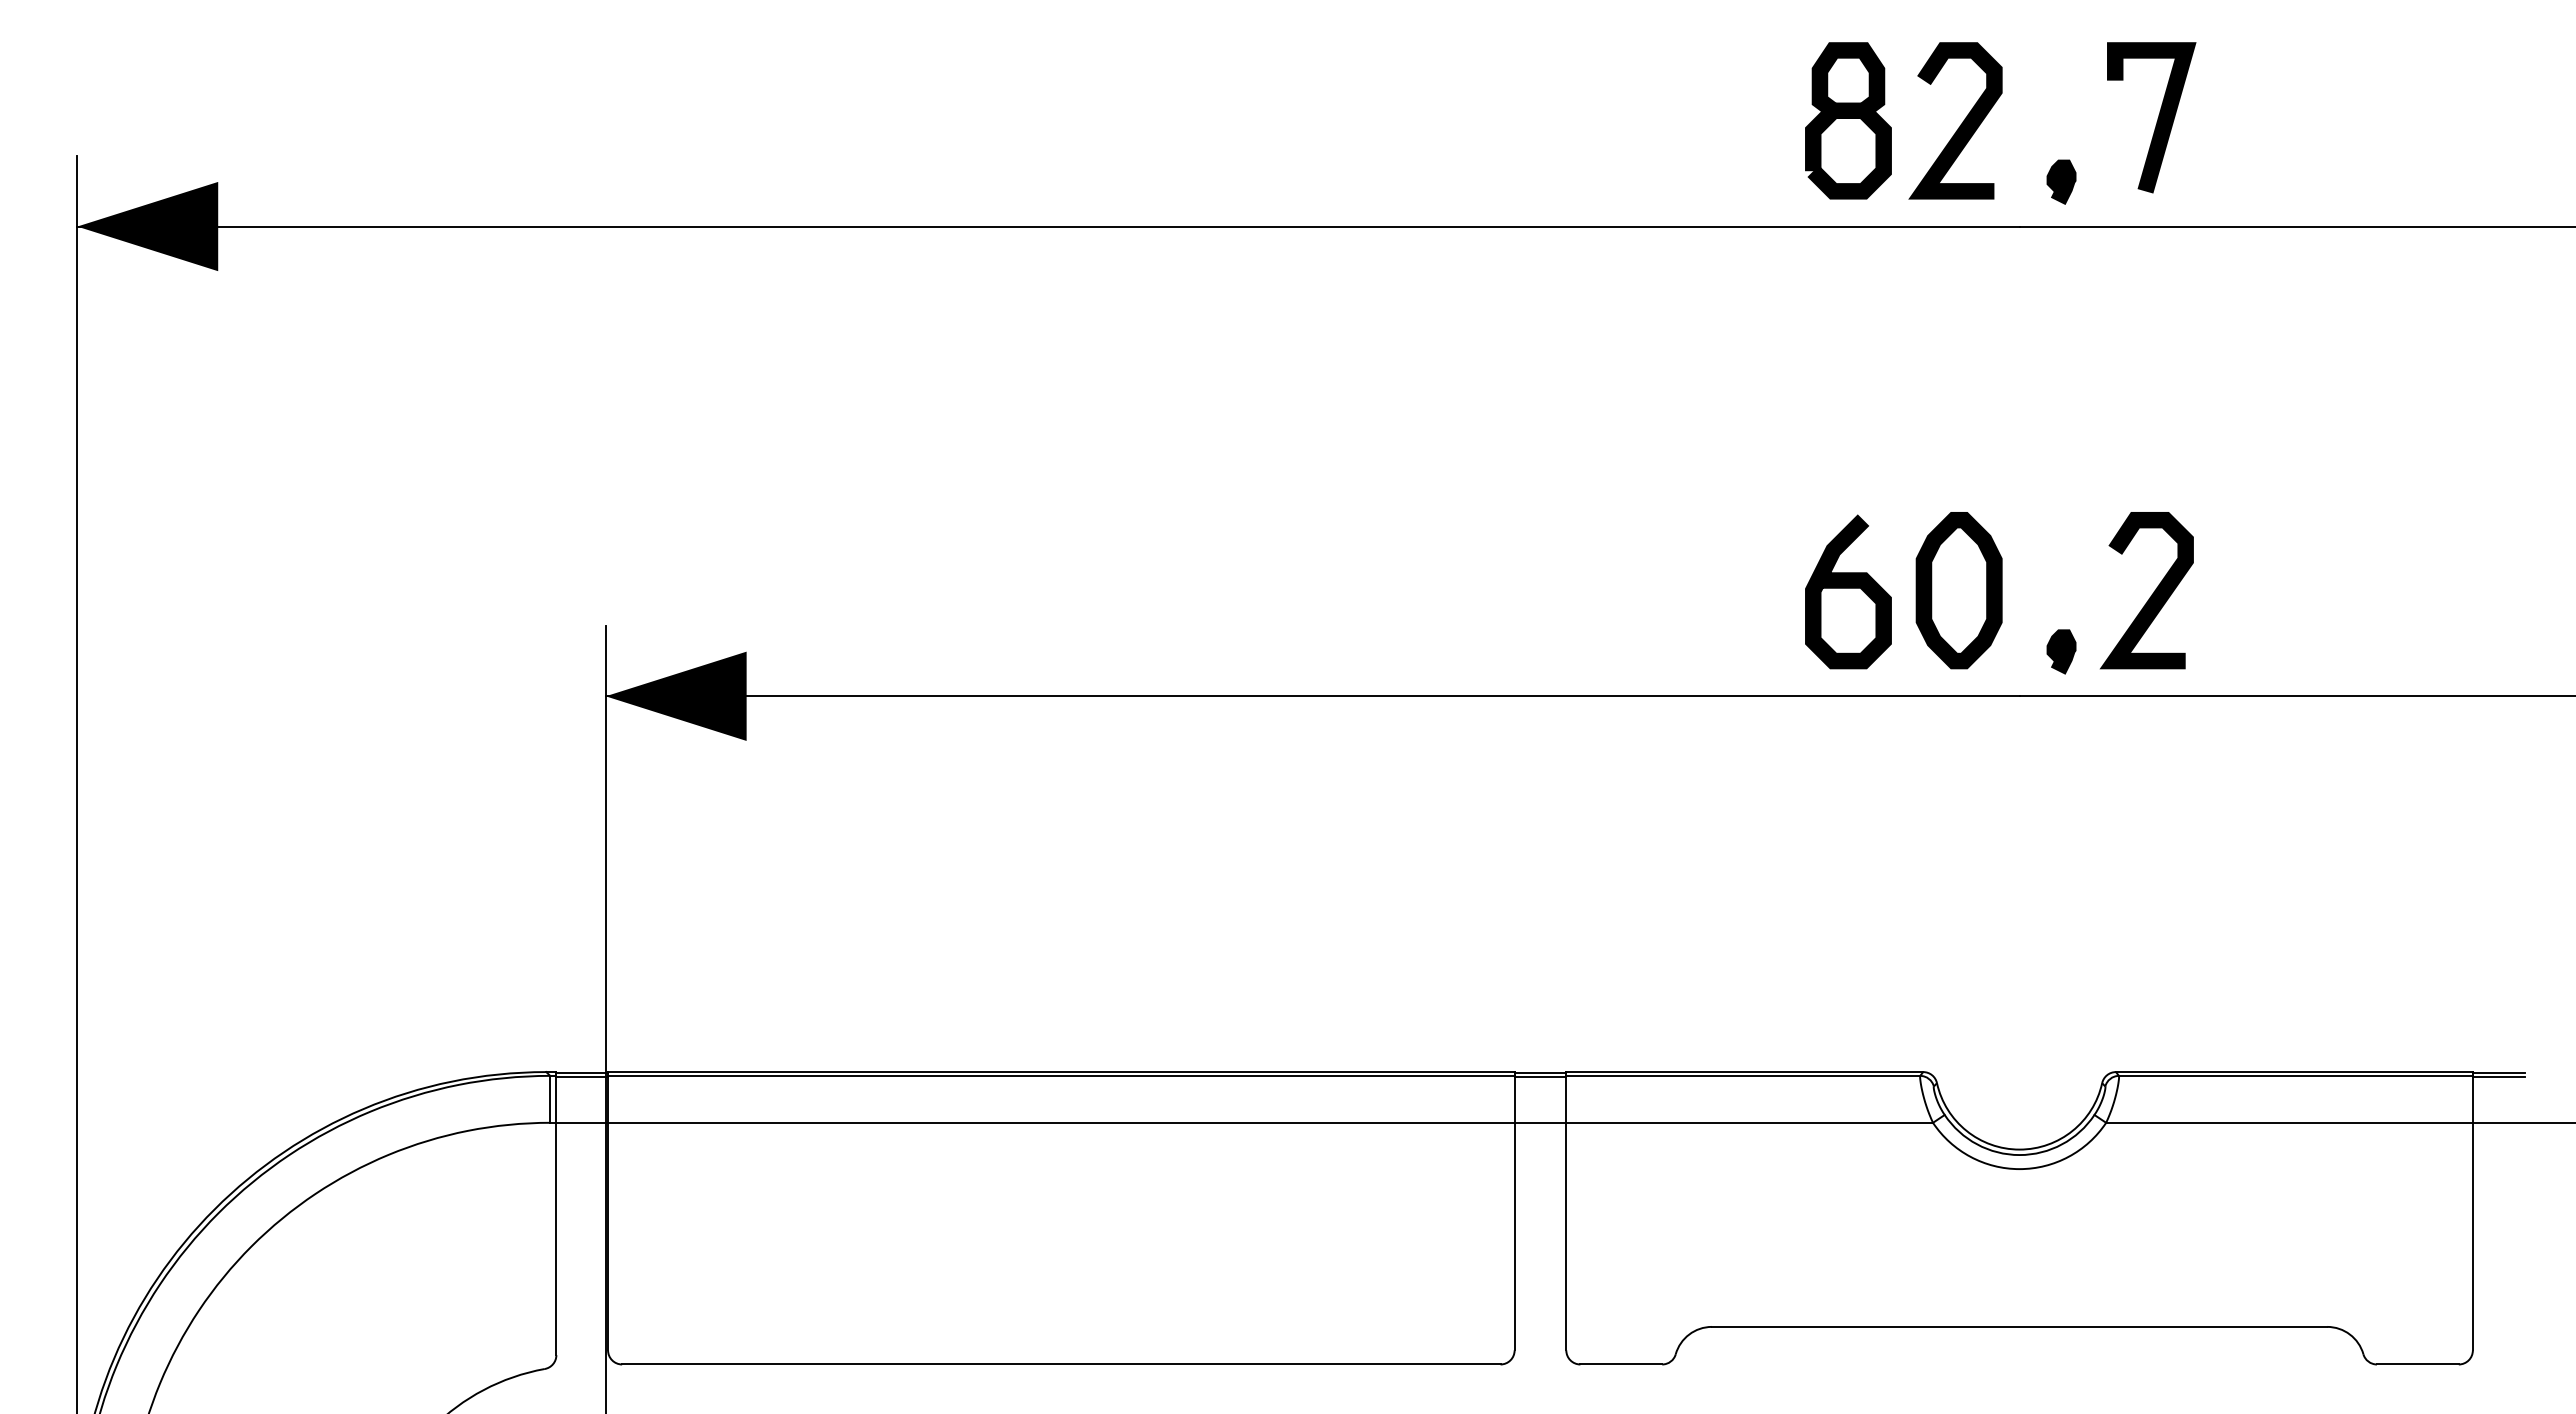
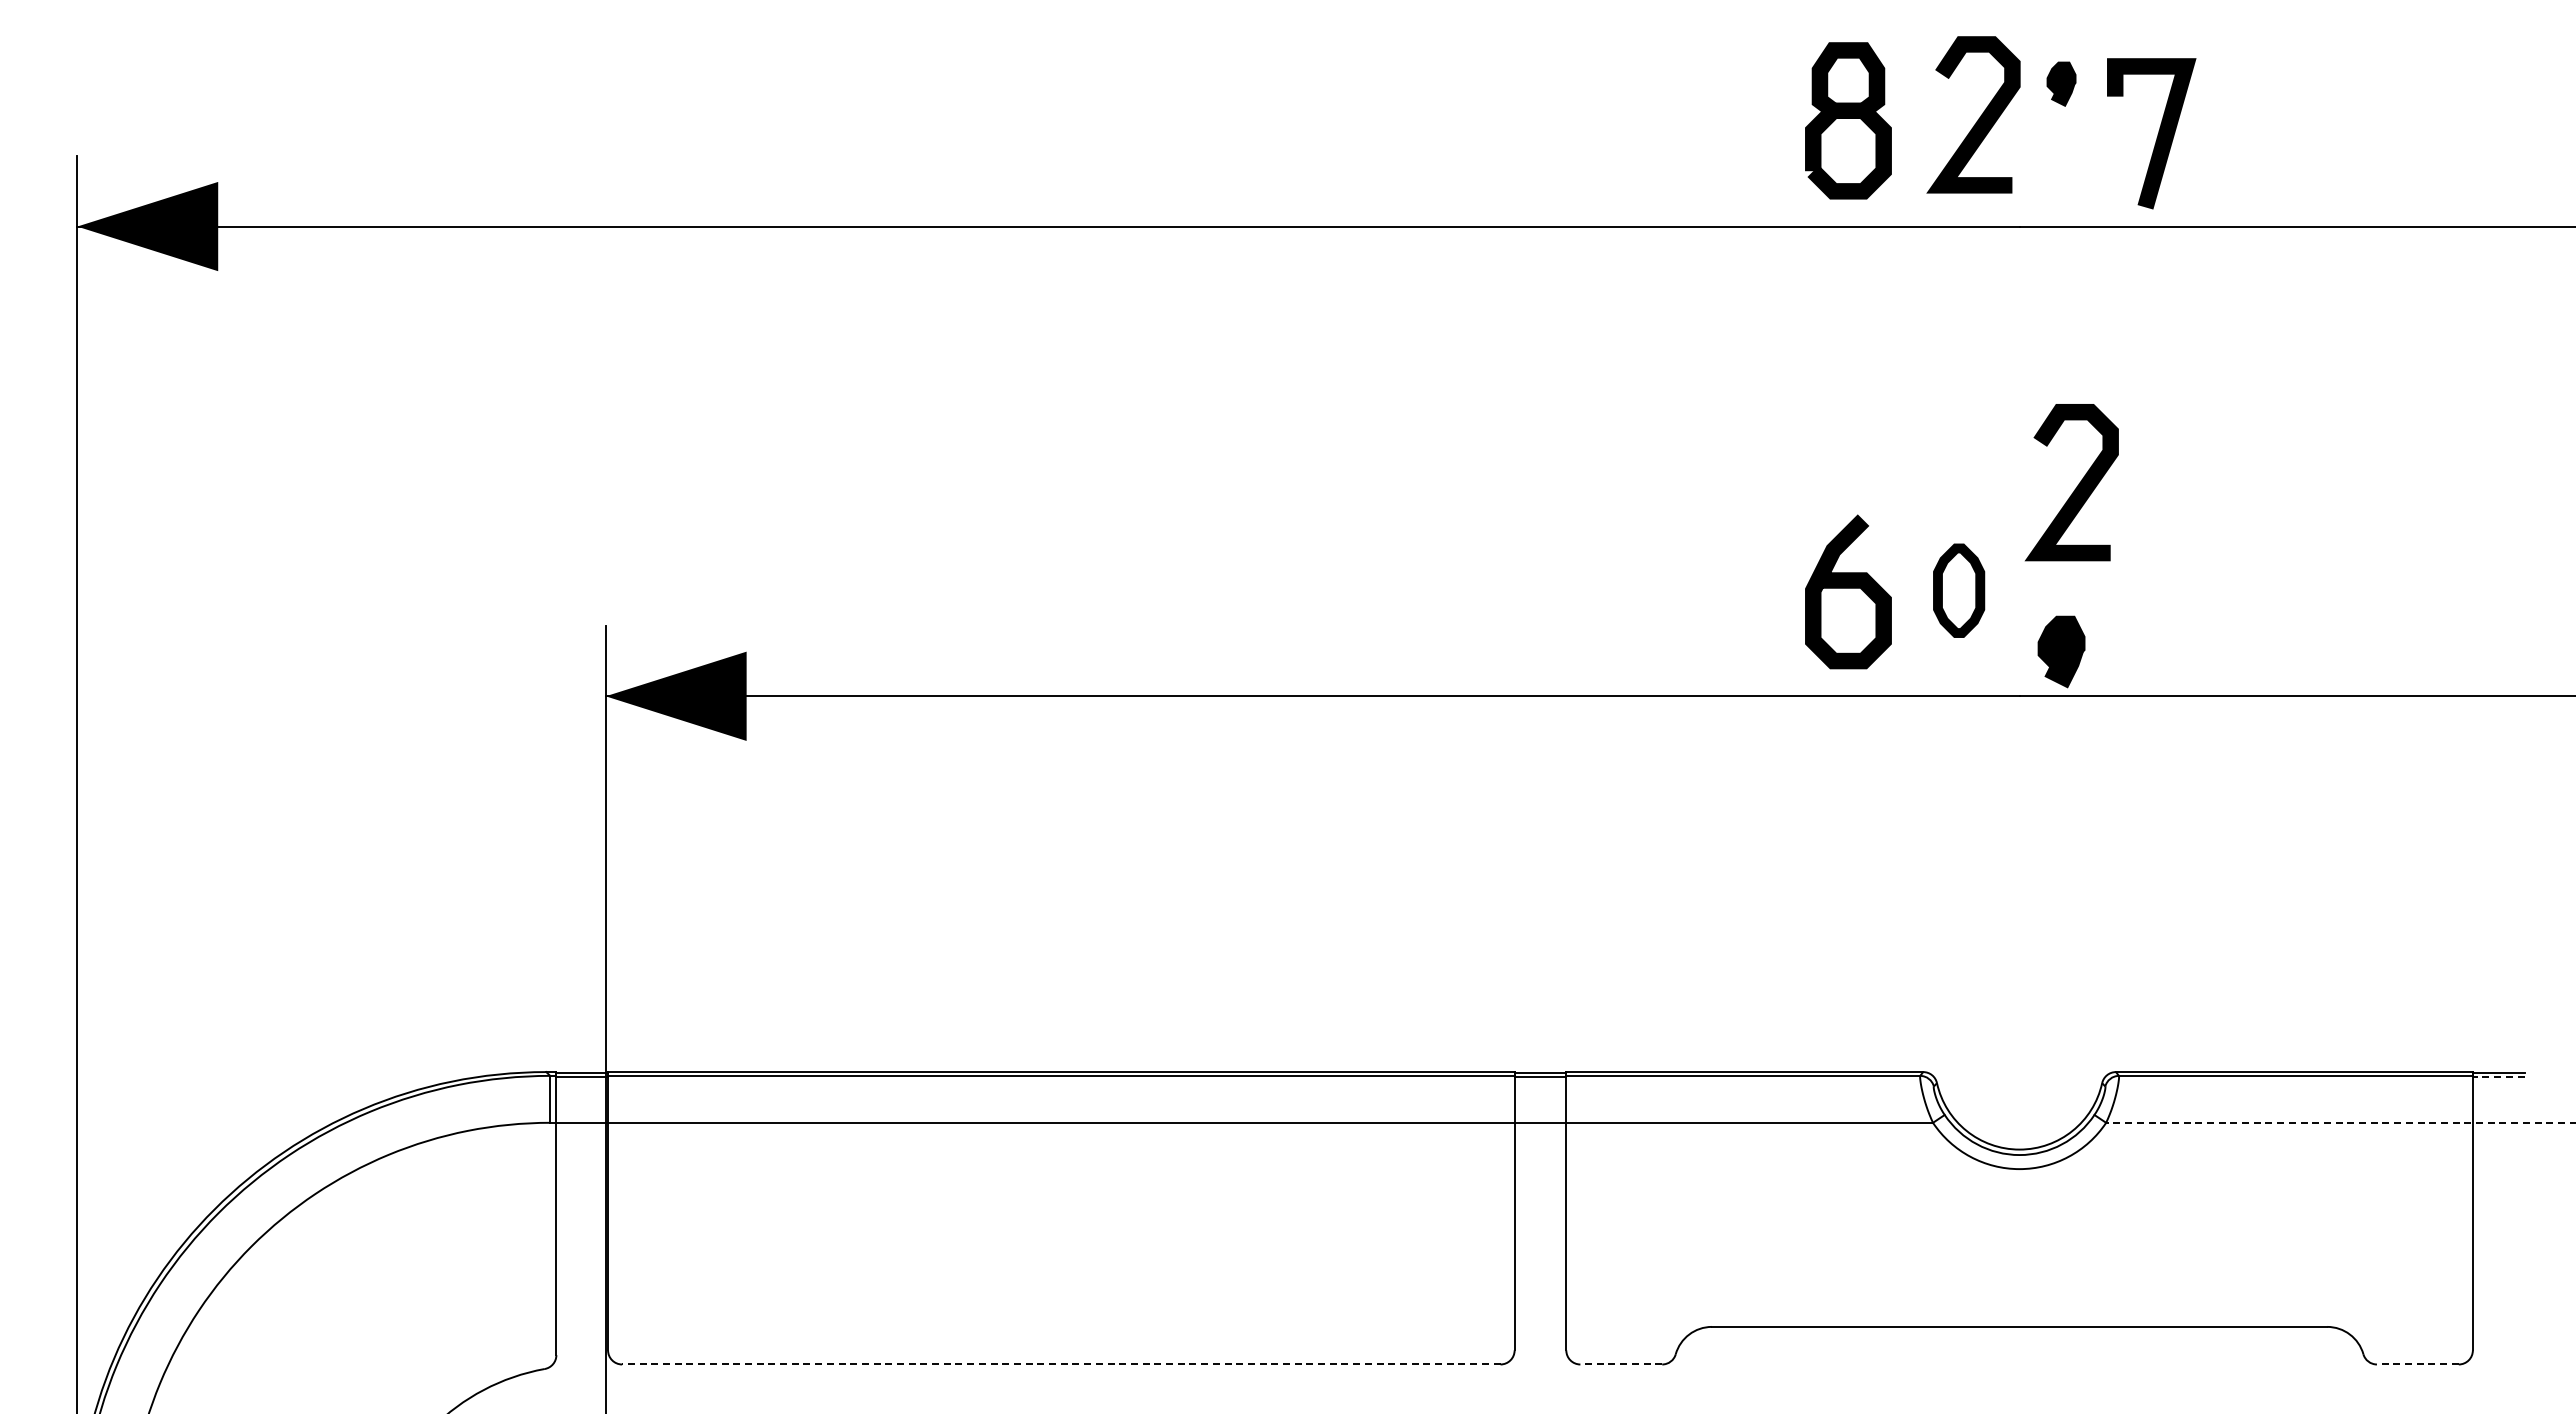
line at (2157, 118) position: (2157, 118) -> (2157, 134)
curve at (1960, 124) position: (1960, 124) -> (1978, 118)
part at (2061, 181) position: (2061, 181) -> (2061, 83)
part at (1958, 590) size: 88x158 px -> 53x95 px
curve at (2151, 594) position: (2151, 594) -> (2076, 486)
part at (2061, 651) size: 31x46 px -> 49x74 px
line at (2498, 1077): solid -> dashed
line at (2340, 1122): solid -> dashed
line at (1060, 1364): solid -> dashed
line at (1621, 1364): solid -> dashed
line at (2417, 1364): solid -> dashed
